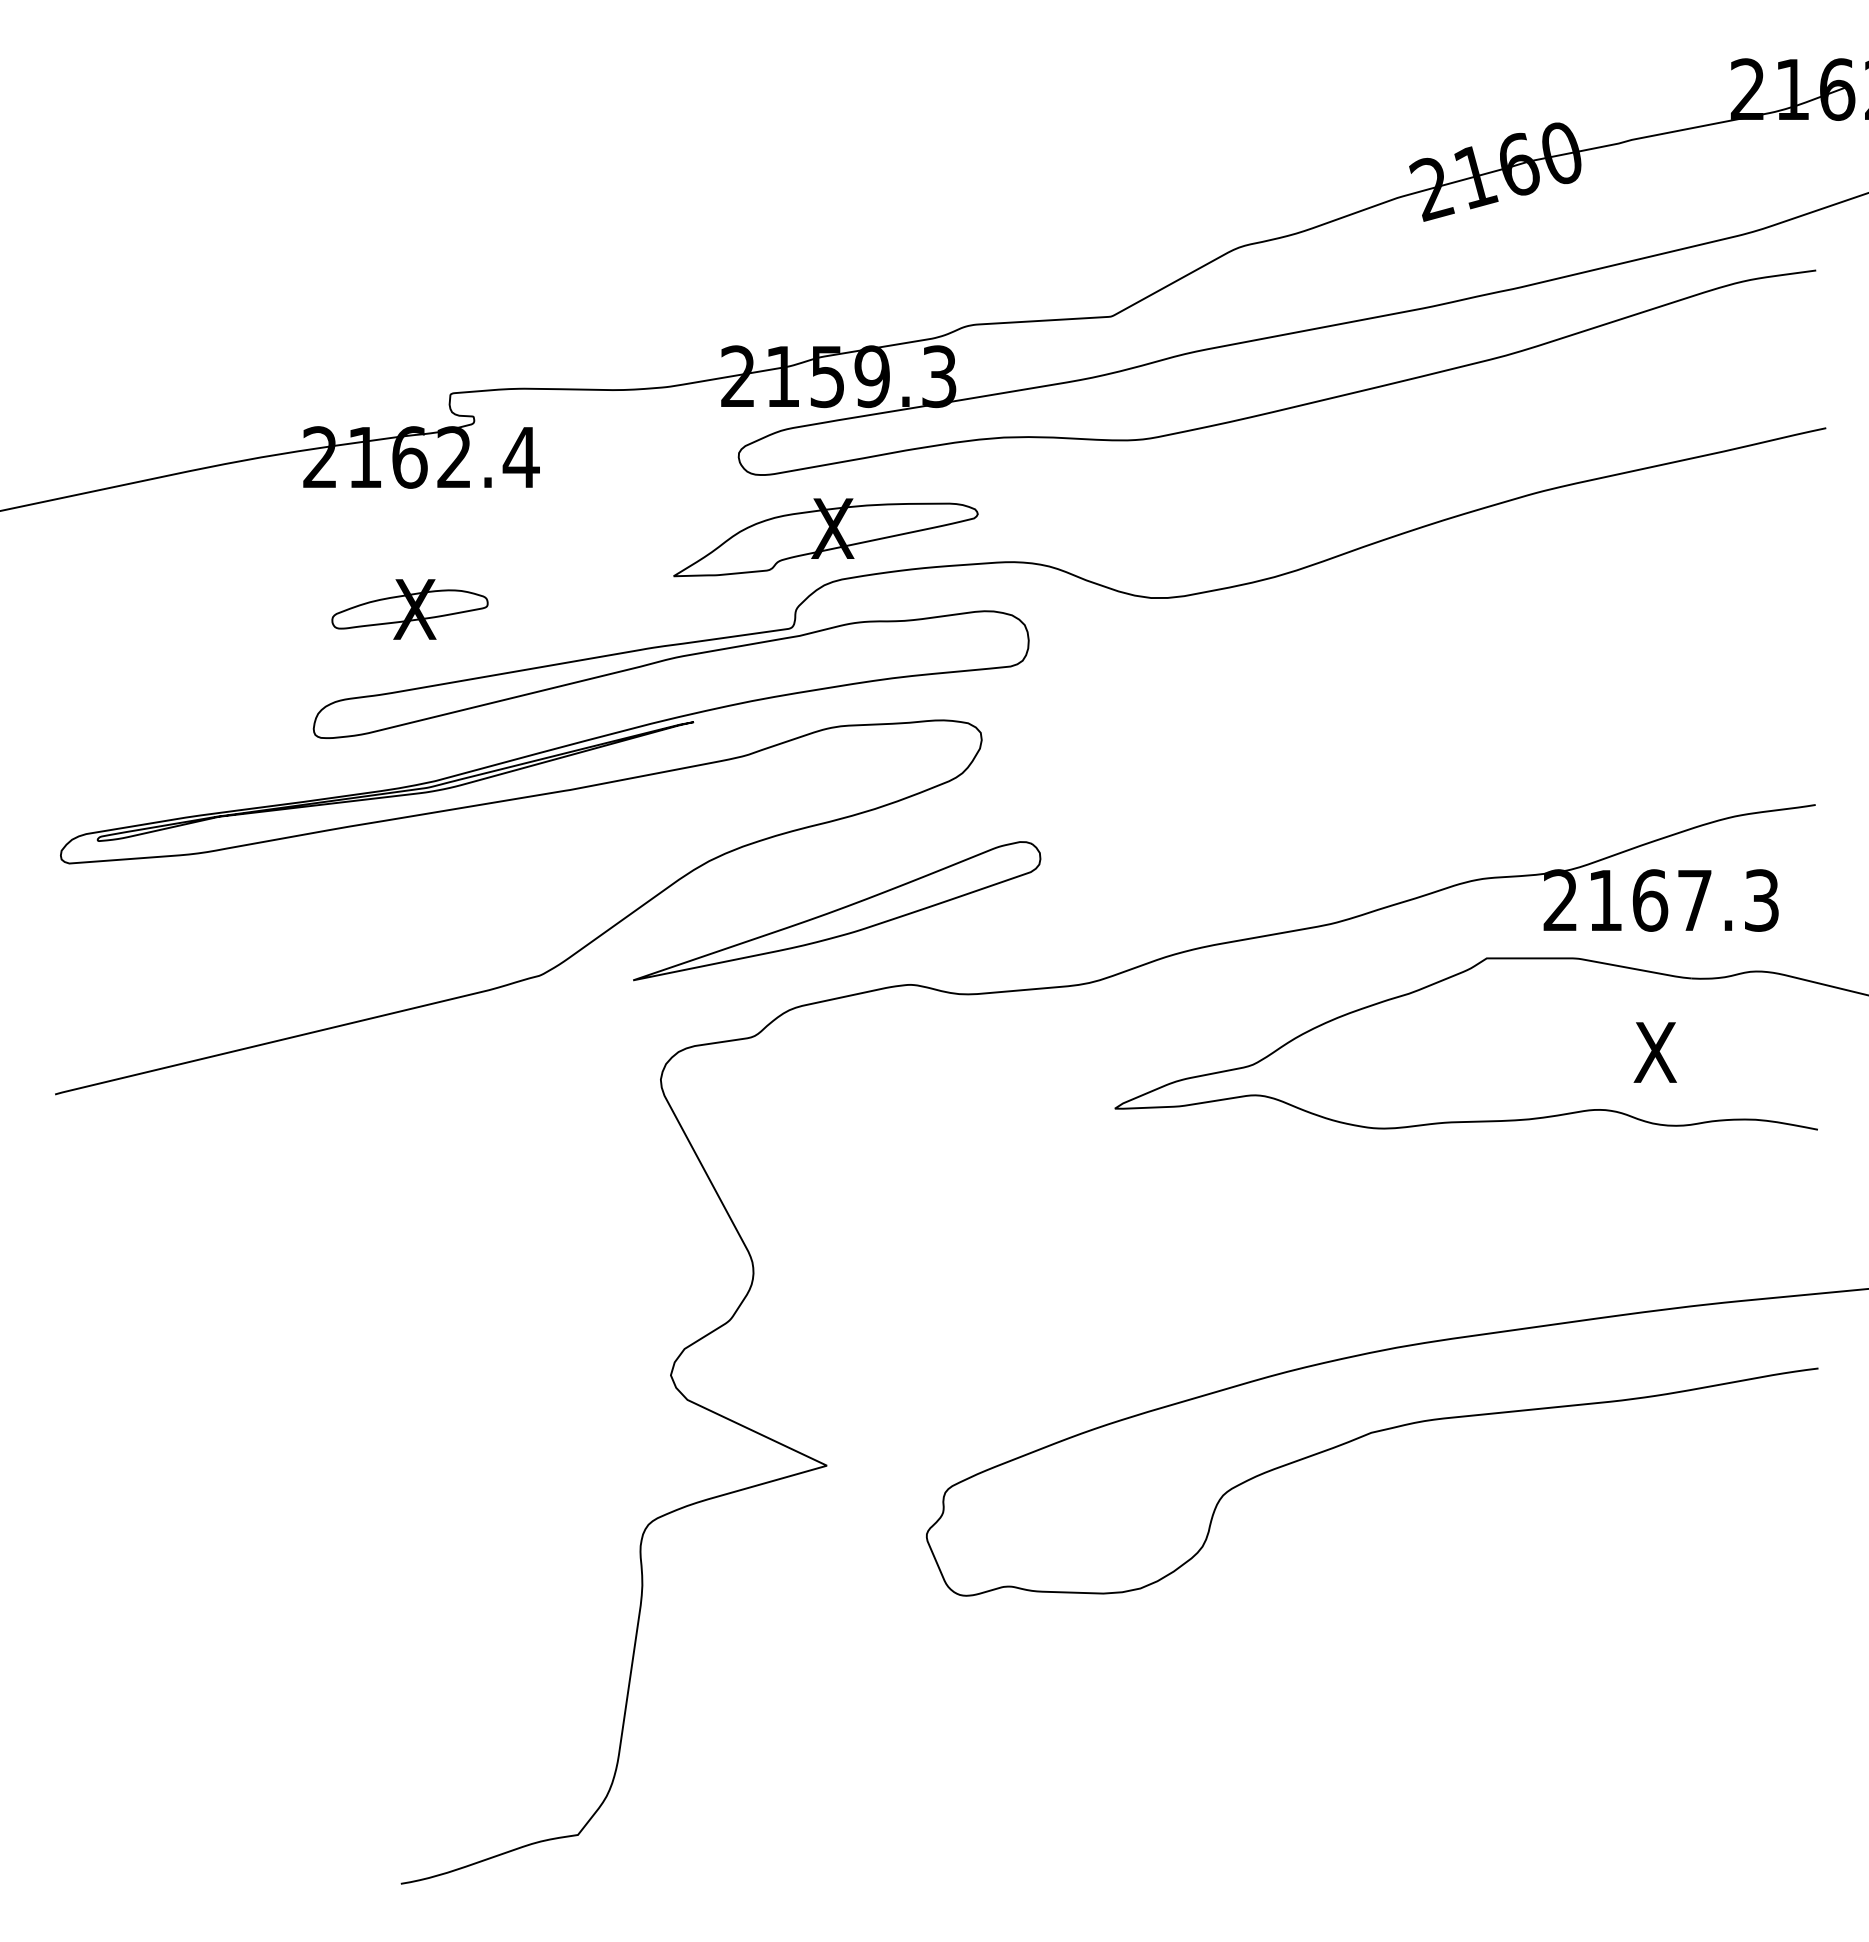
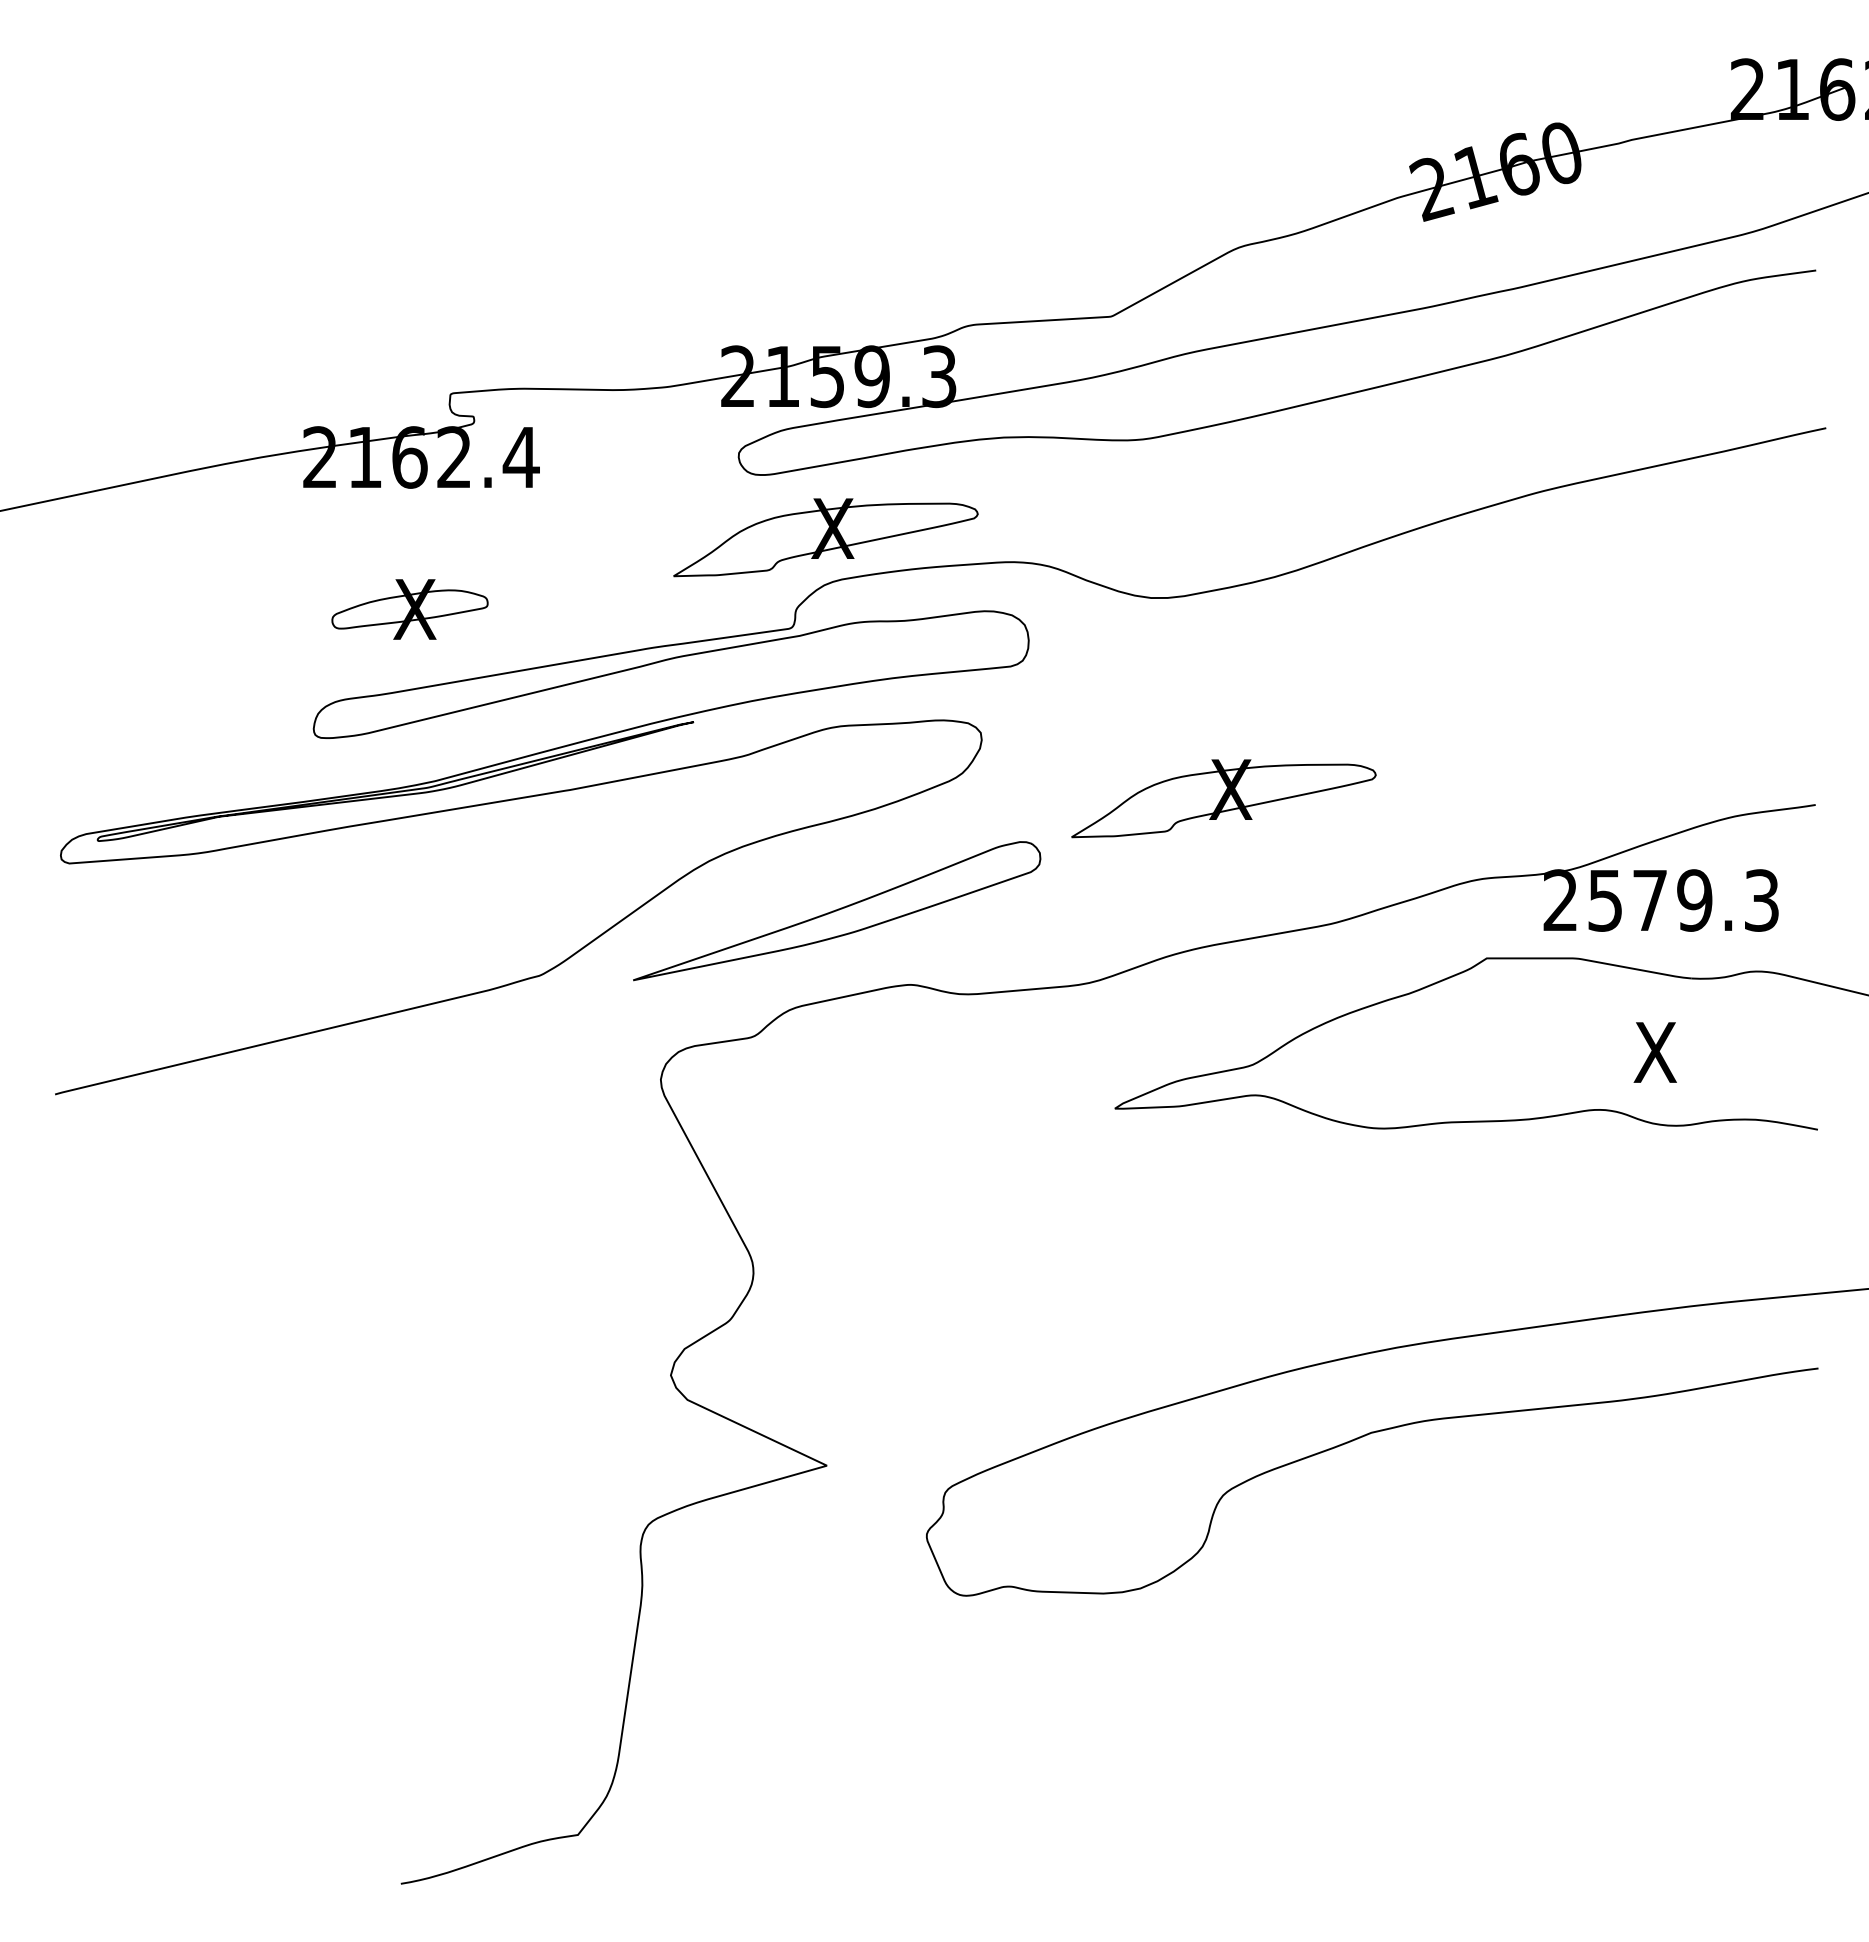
part at (1223, 798): none -> present
text at (1650, 900): 2167.3 -> 2579.3
